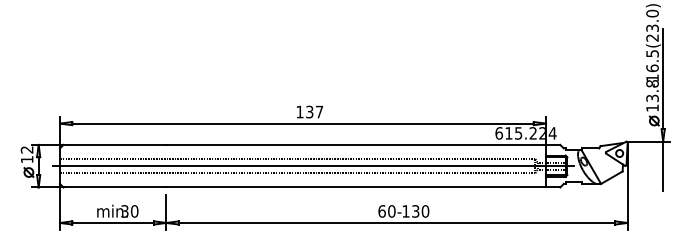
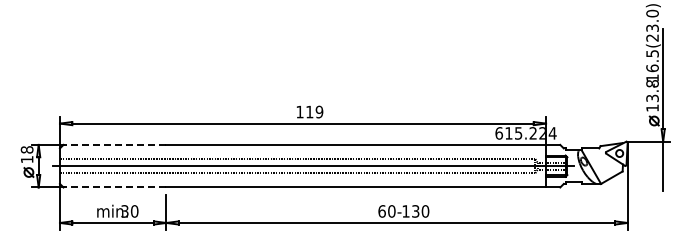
text at (314, 111): 137 -> 119
line at (114, 144): solid -> dashed
text at (26, 149): 12 -> 18
line at (114, 187): solid -> dashed
